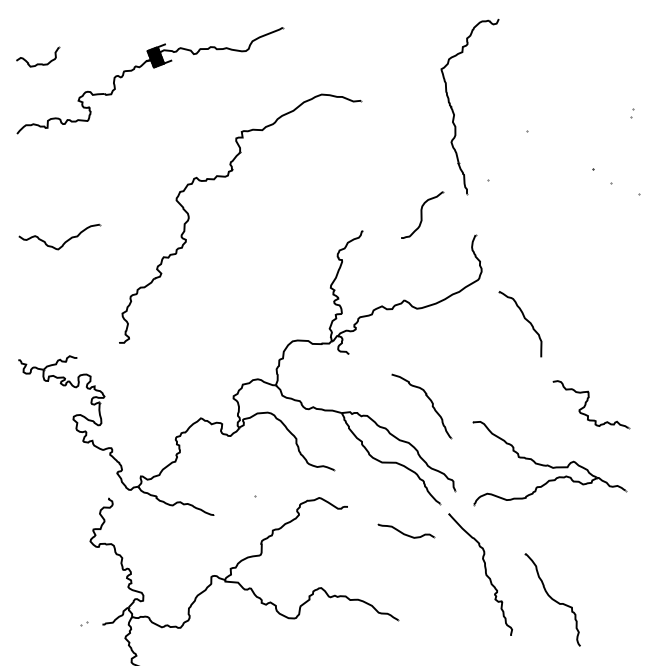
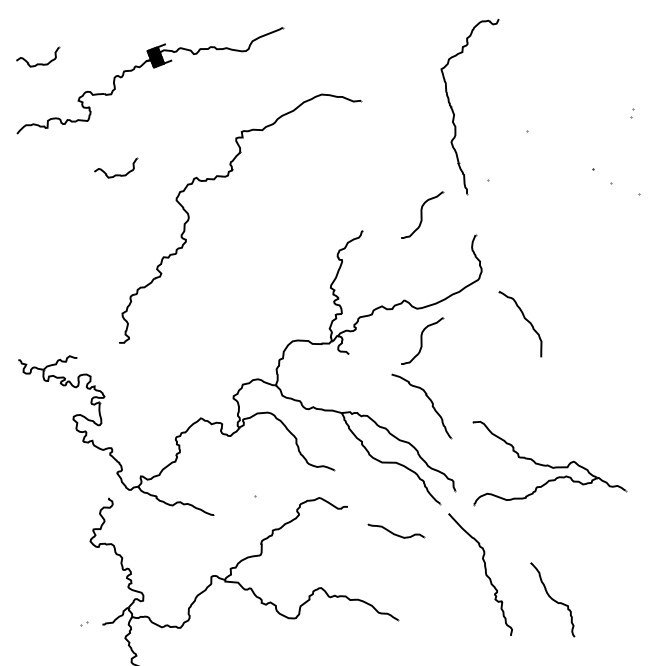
part at (116, 174): none -> present
part at (64, 241): present -> none
part at (422, 340): none -> present
part at (591, 404): present -> none
part at (406, 530) position: (406, 530) -> (396, 530)
part at (552, 599) size: 57x94 px -> 46x76 px
